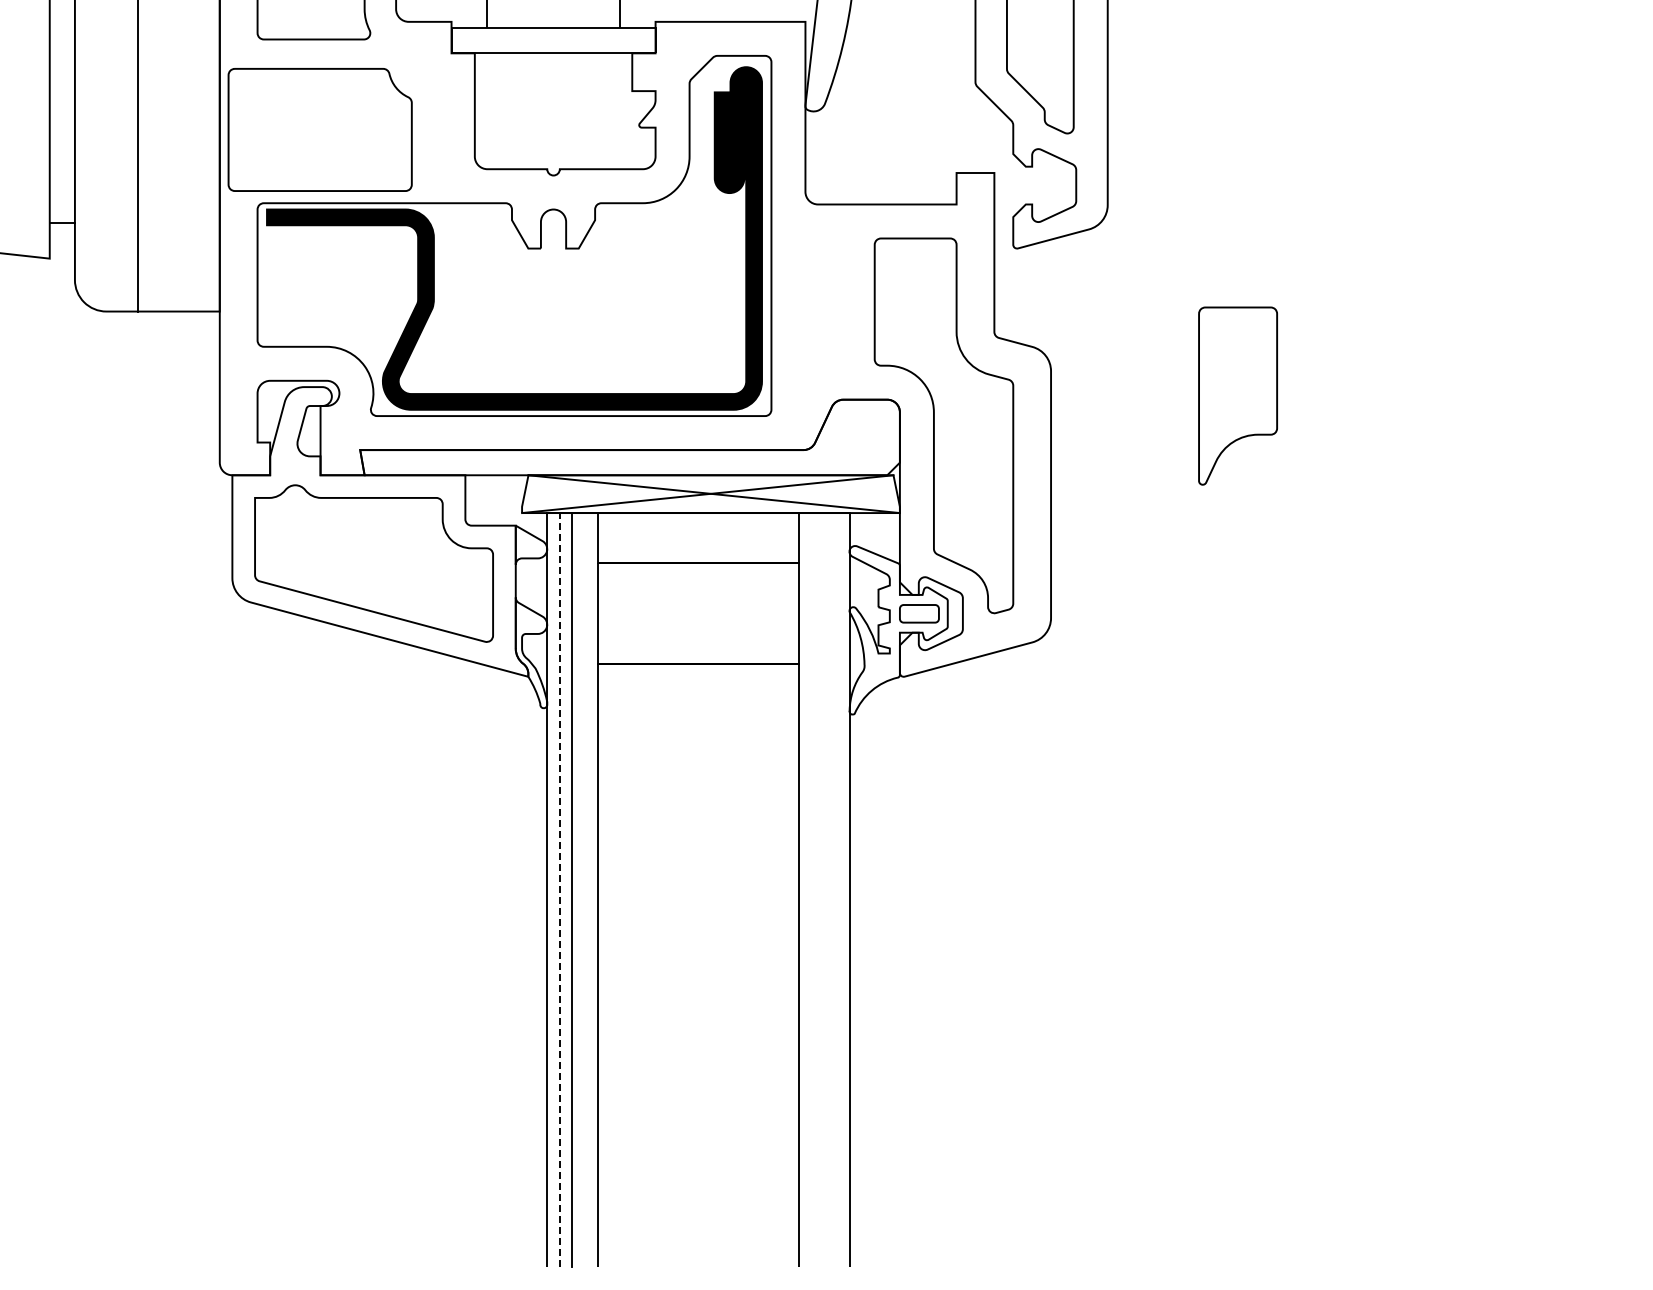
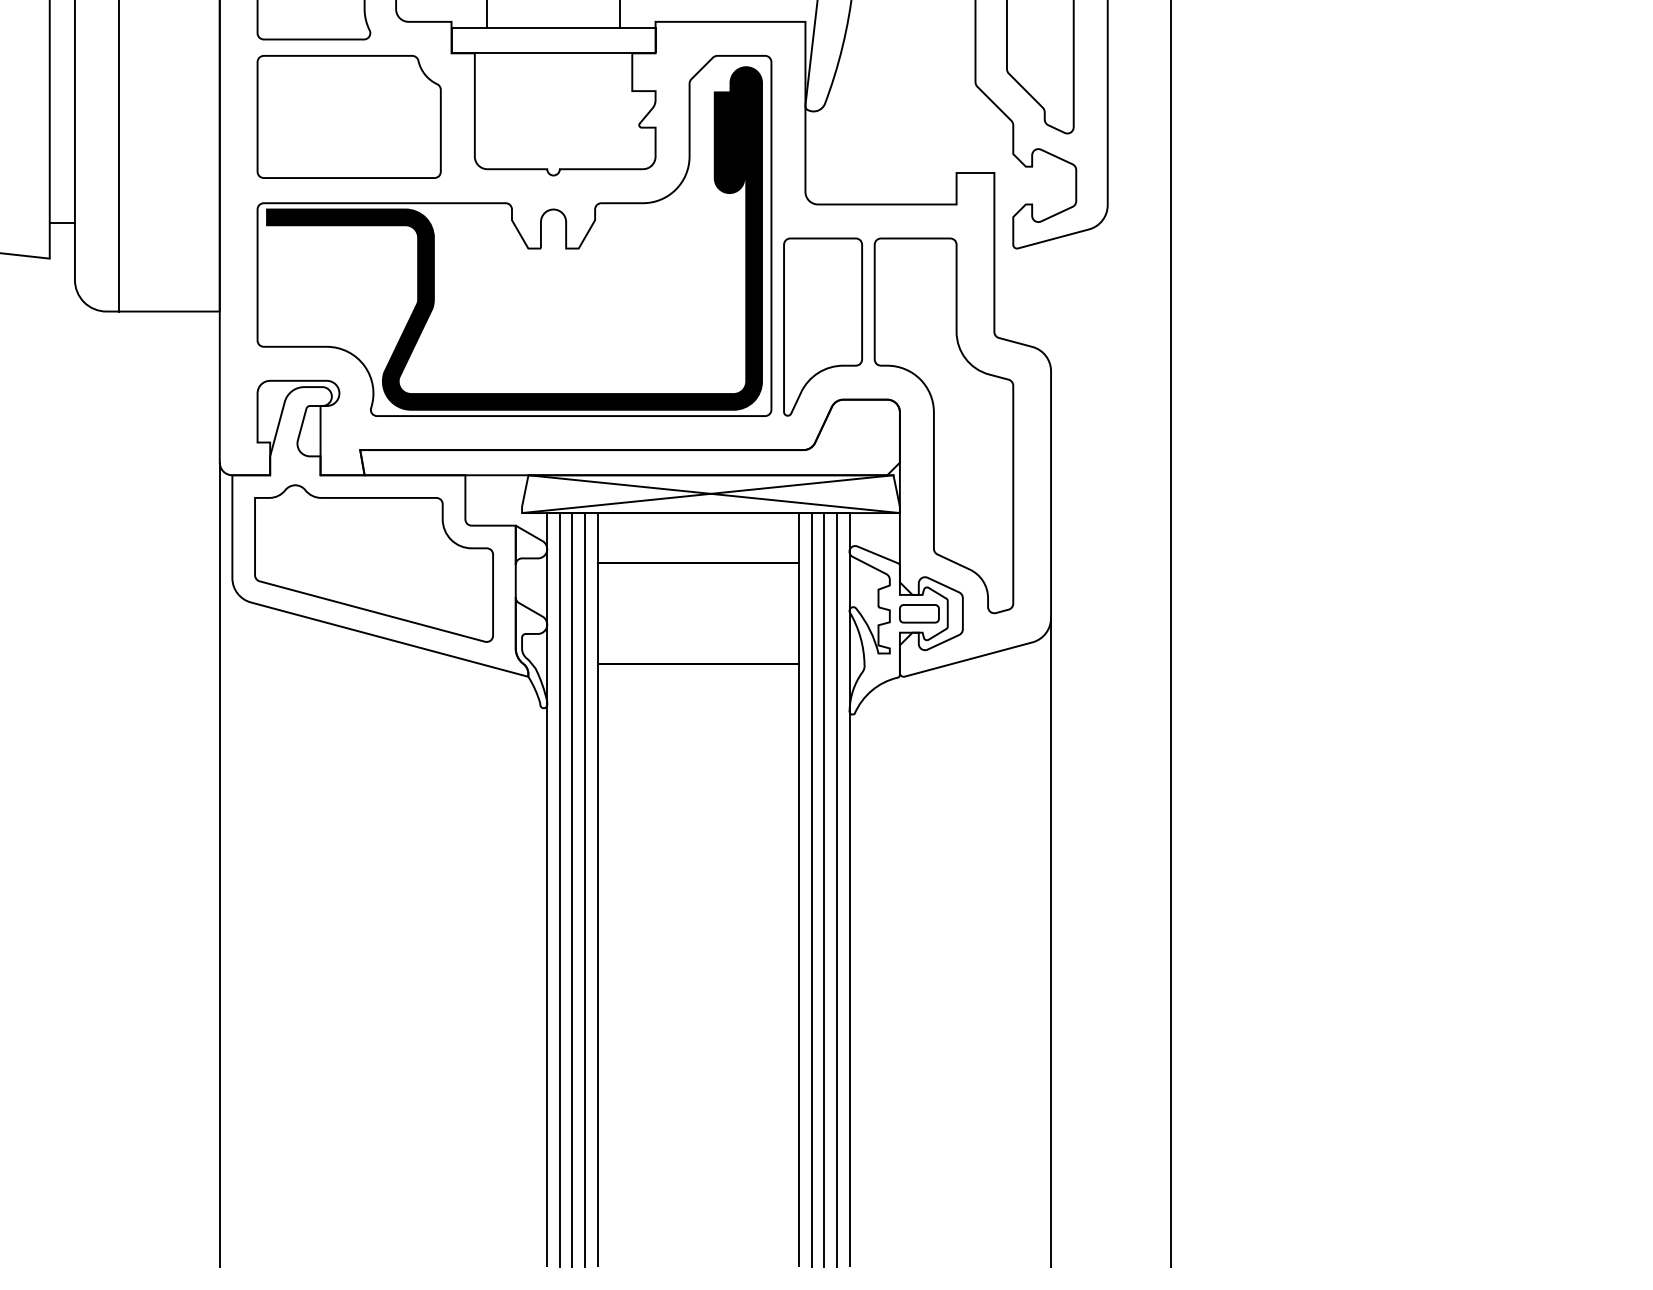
part at (319, 129) position: (319, 129) -> (348, 116)
line at (138, 156) position: (138, 156) -> (119, 156)
part at (1237, 395) position: (1237, 395) -> (822, 326)
line at (1170, 634): none -> present
line at (219, 864): none -> present
line at (559, 889): dashed -> solid
line at (585, 890): none -> present
line at (811, 890): none -> present
line at (824, 890): none -> present
line at (836, 890): none -> present
line at (1051, 942): none -> present
